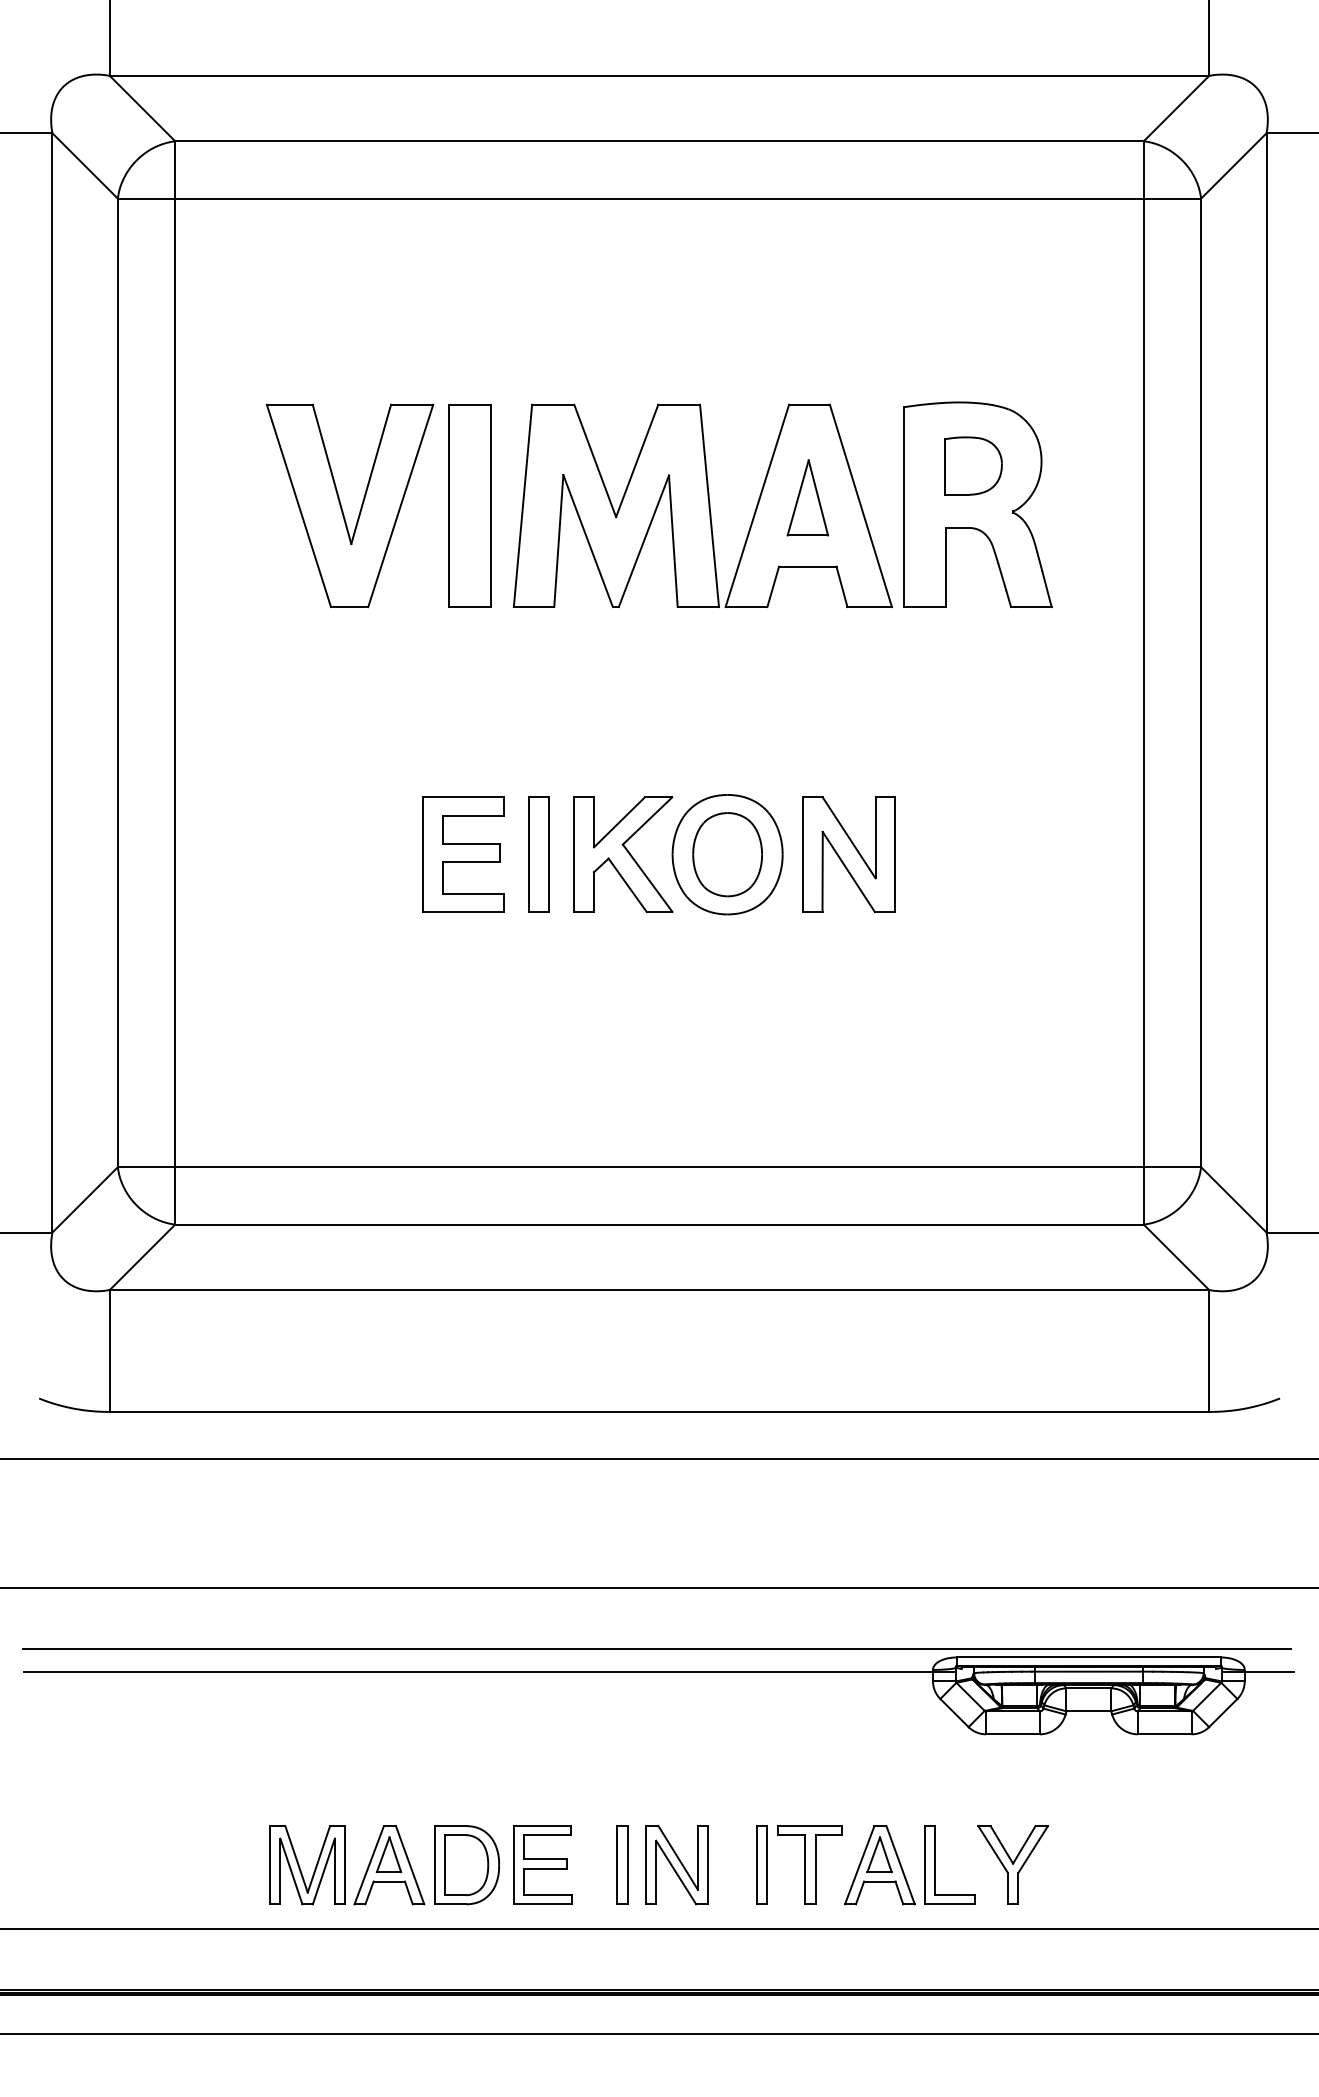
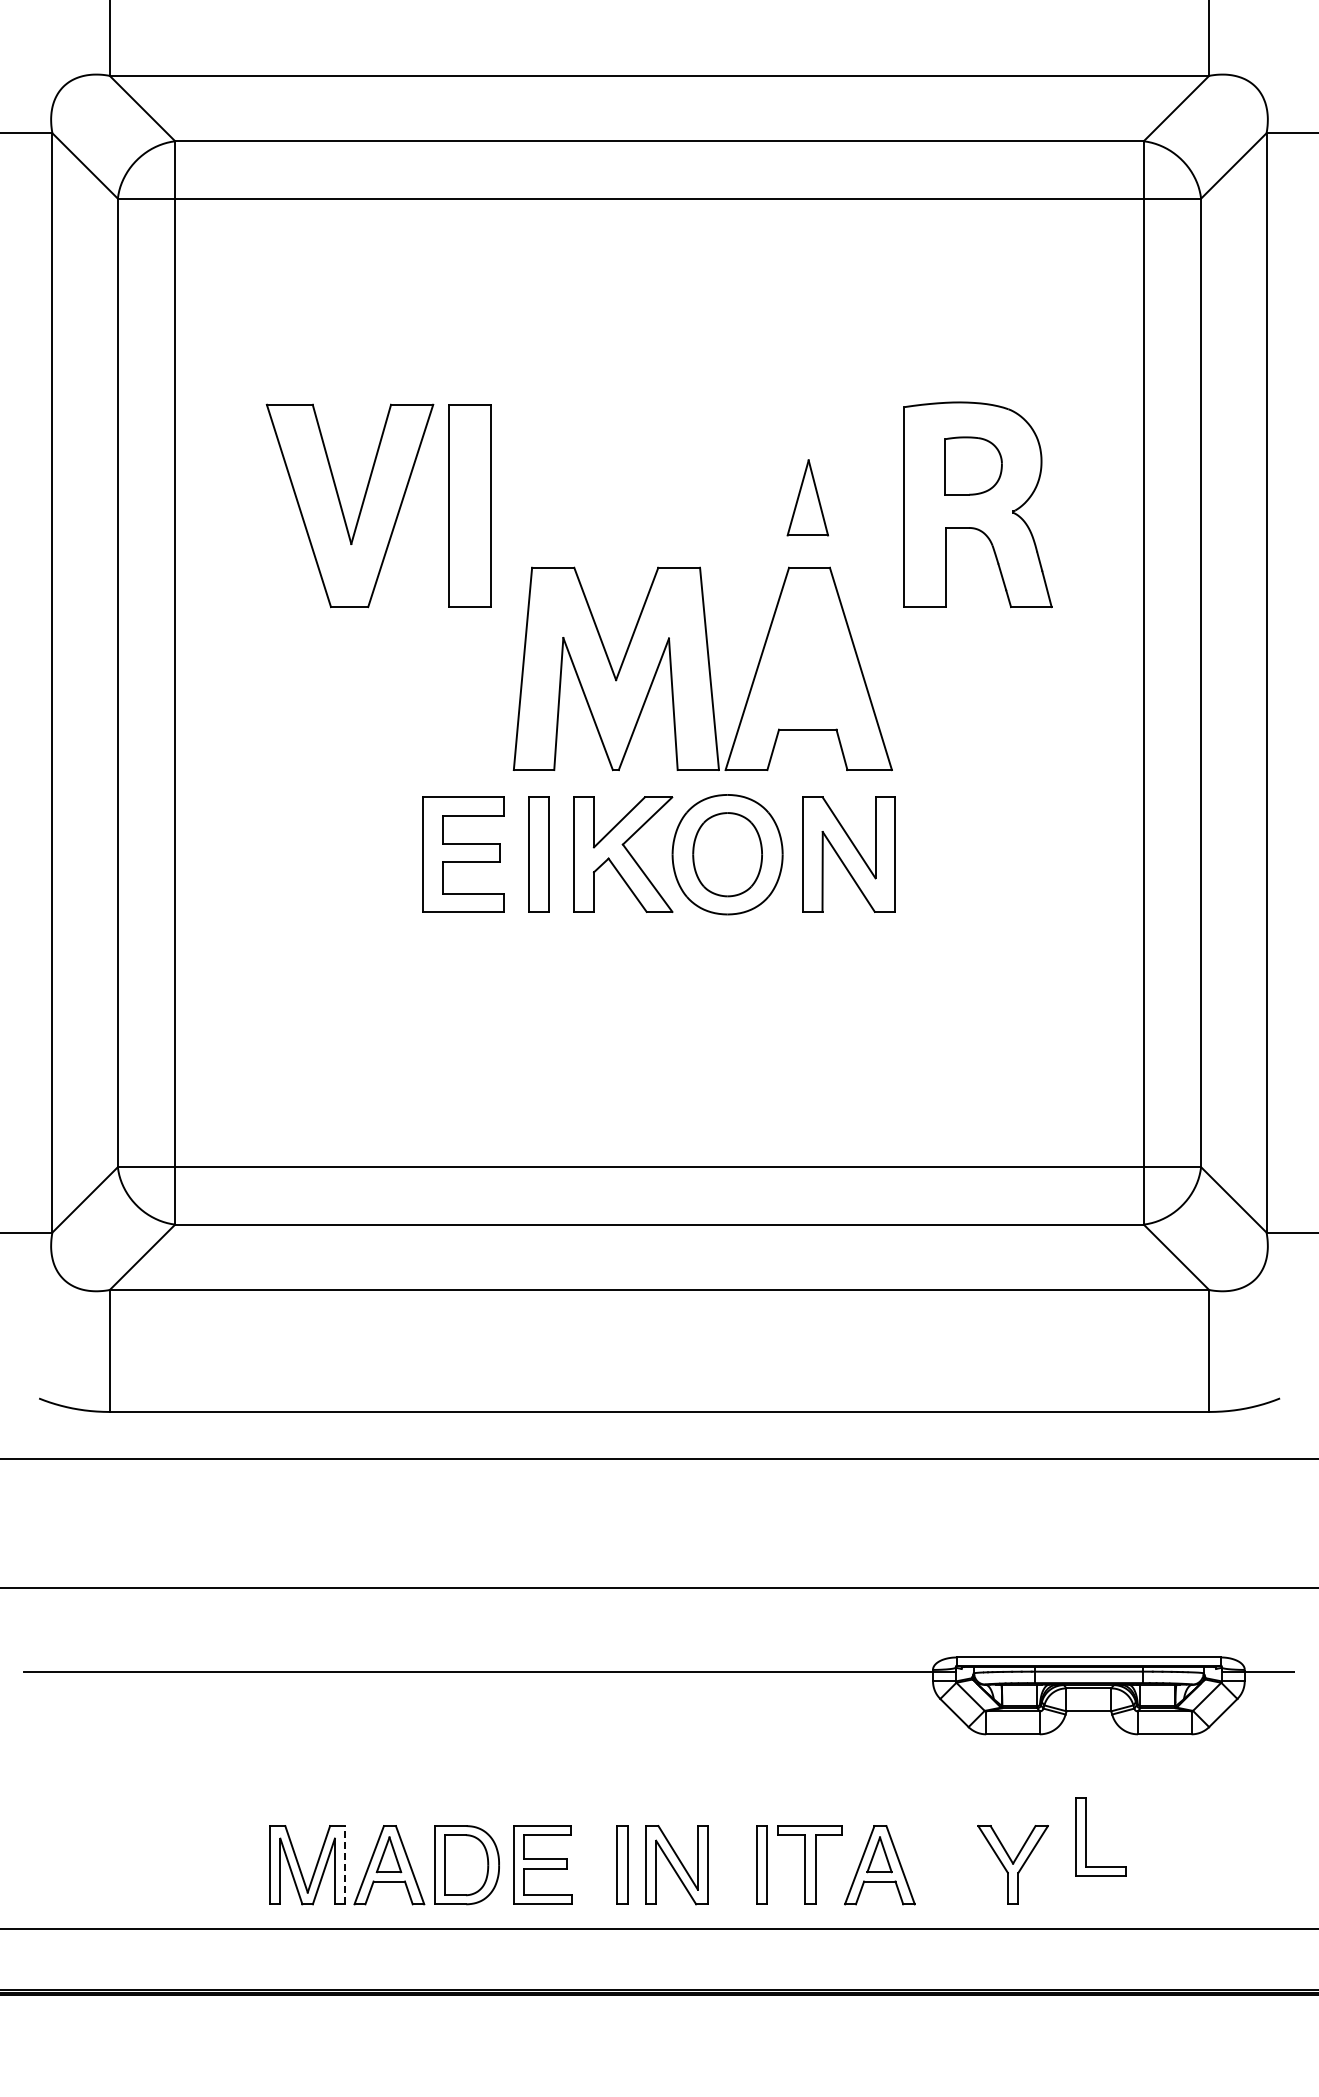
part at (702, 505) position: (702, 505) -> (702, 668)
line at (656, 1649): present -> none
line at (345, 1864): solid -> dashed
part at (935, 1864) position: (935, 1864) -> (1086, 1836)
line at (658, 2034): present -> none
